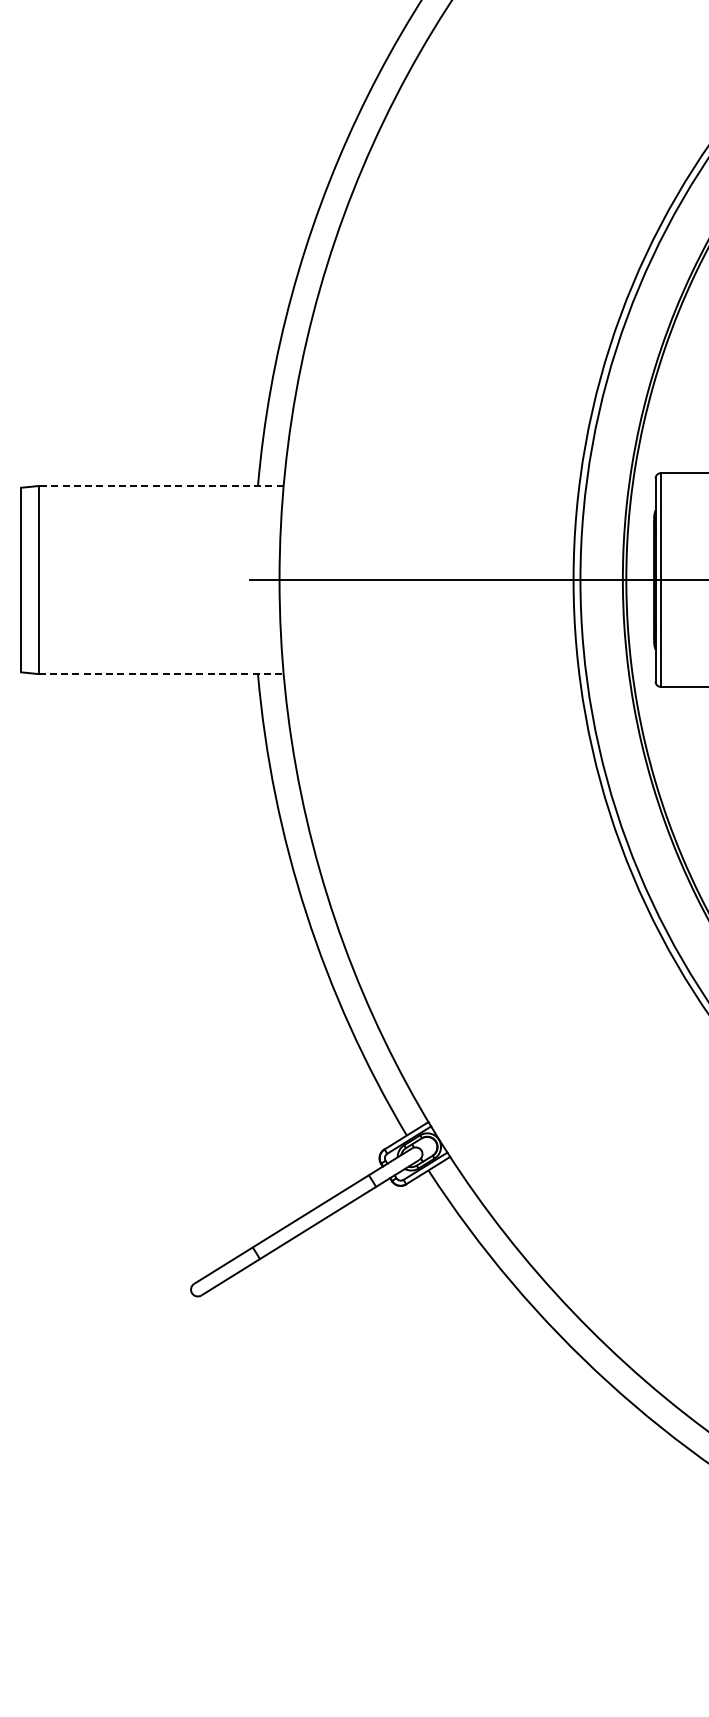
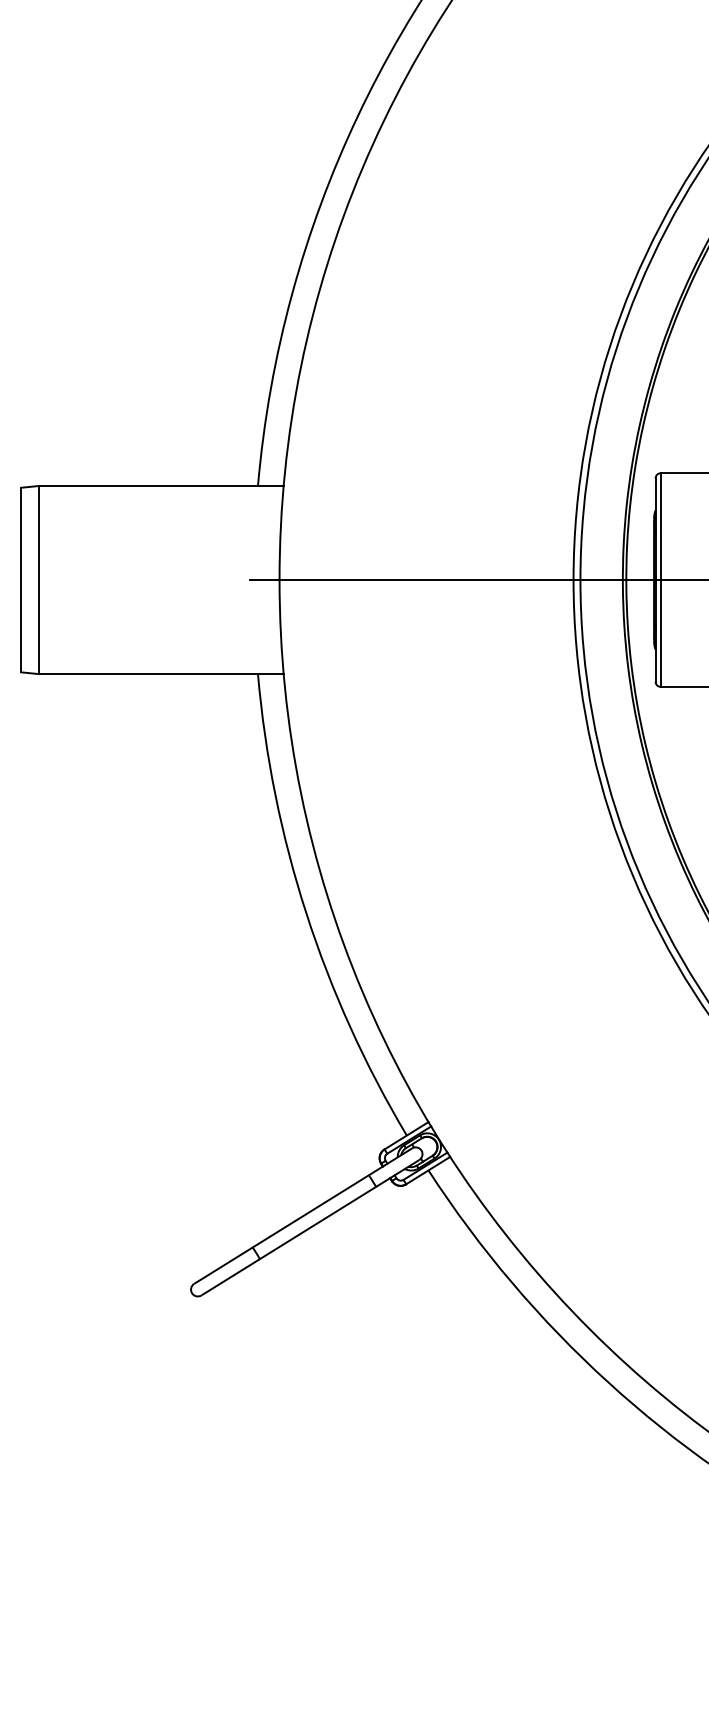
line at (161, 486): dashed -> solid
line at (161, 674): dashed -> solid
